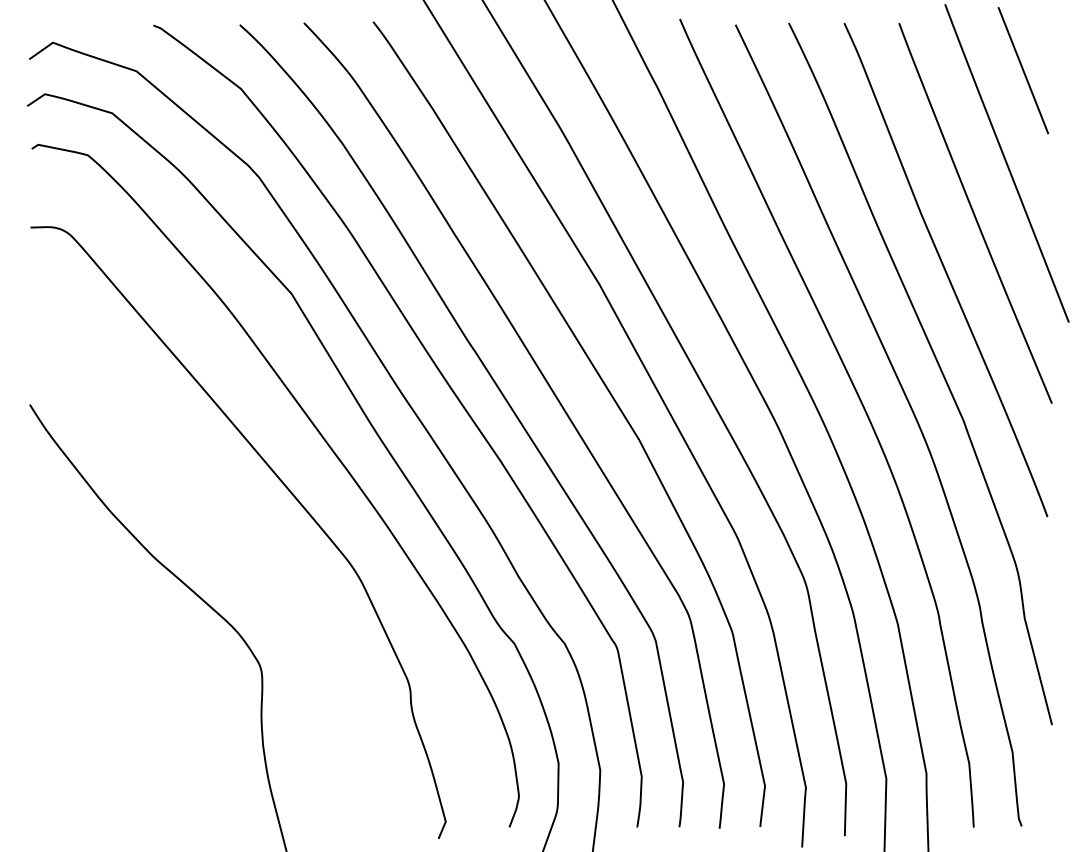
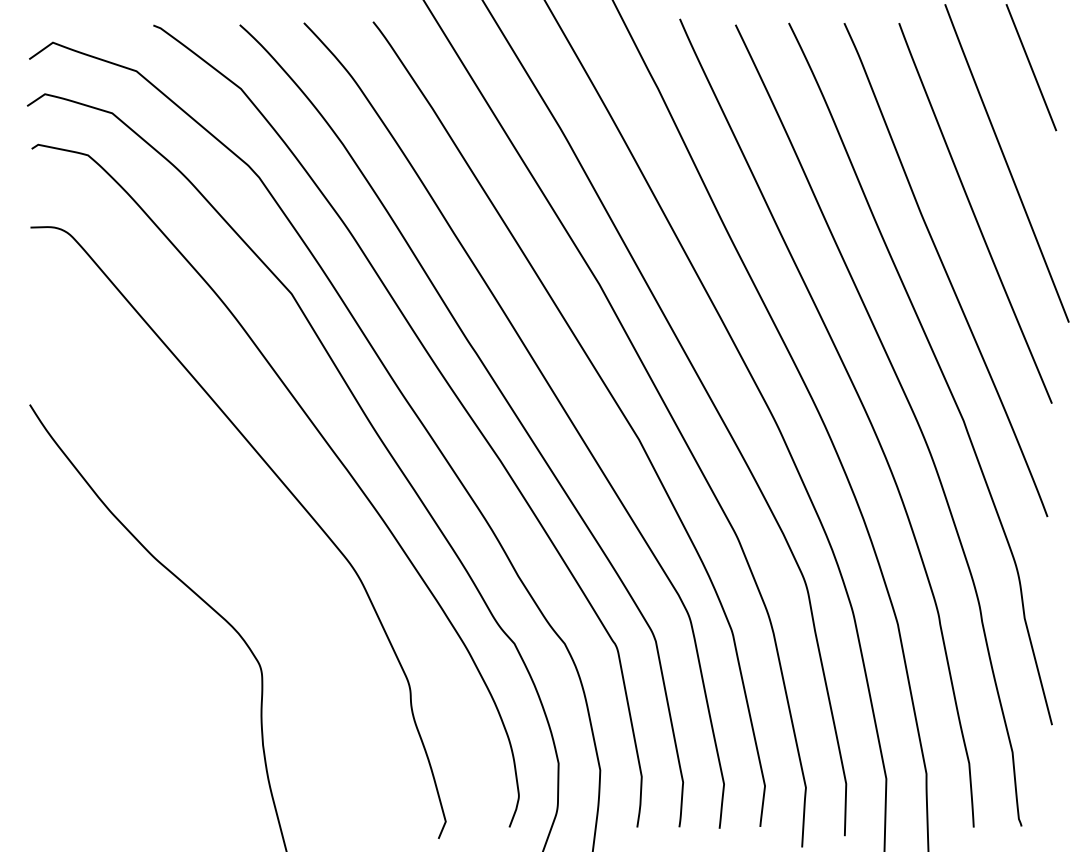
line at (1023, 70) position: (1023, 70) -> (1031, 67)
